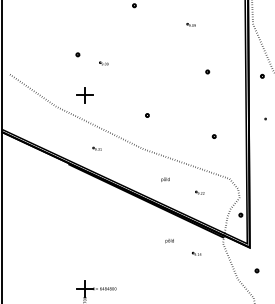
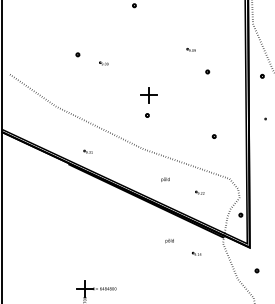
part at (190, 24) position: (190, 24) -> (190, 49)
part at (84, 95) position: (84, 95) -> (148, 95)
part at (96, 148) position: (96, 148) -> (87, 151)
